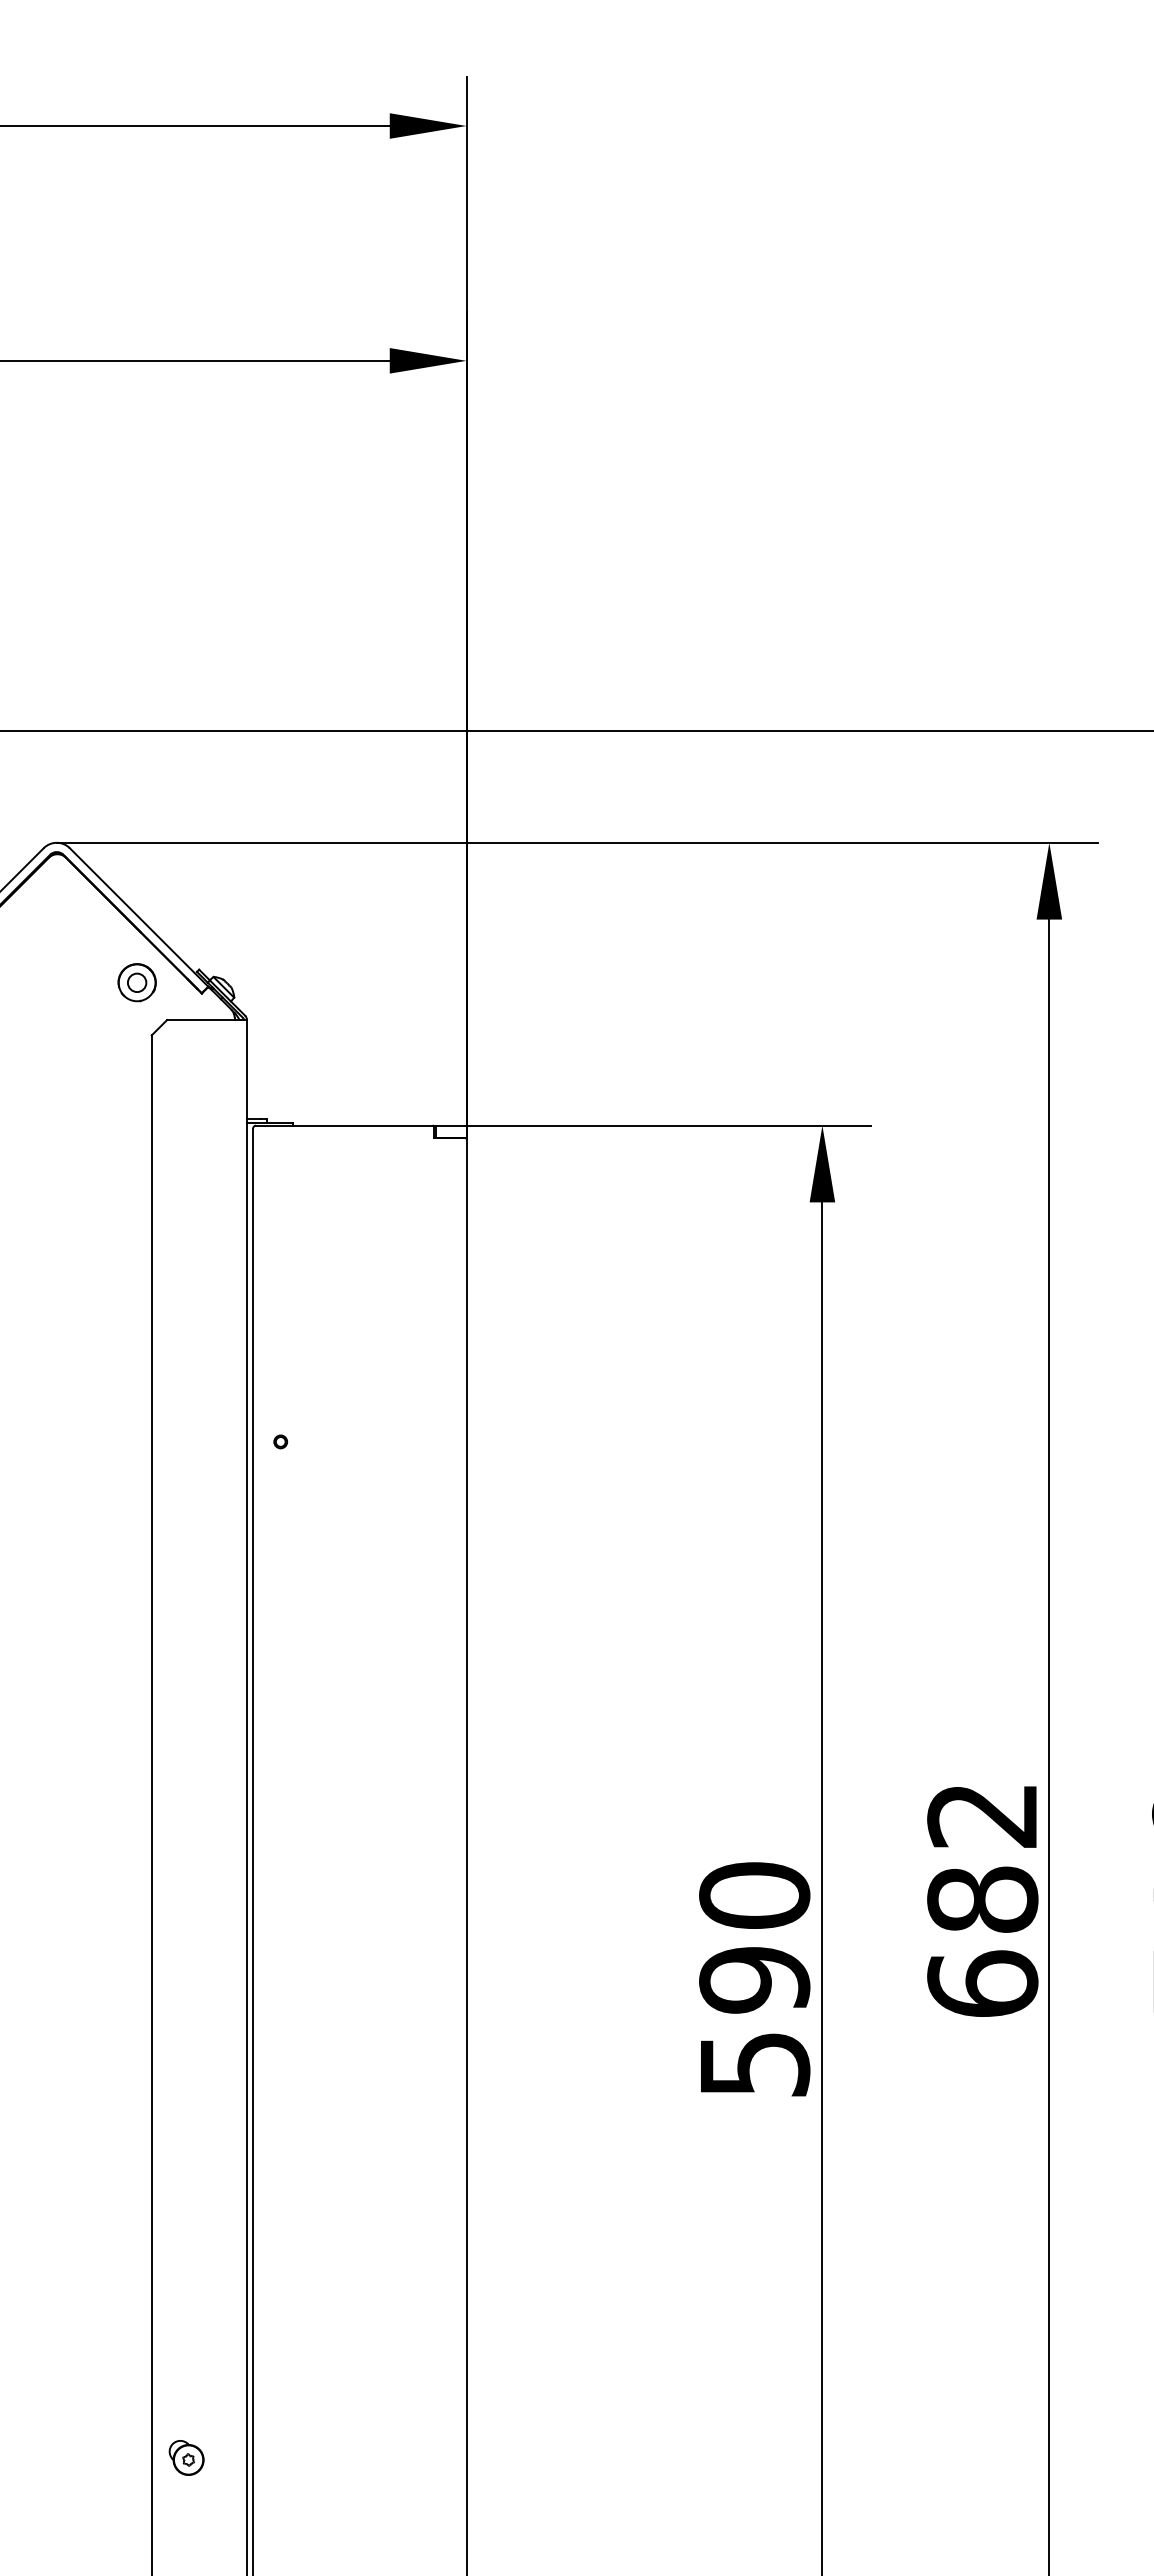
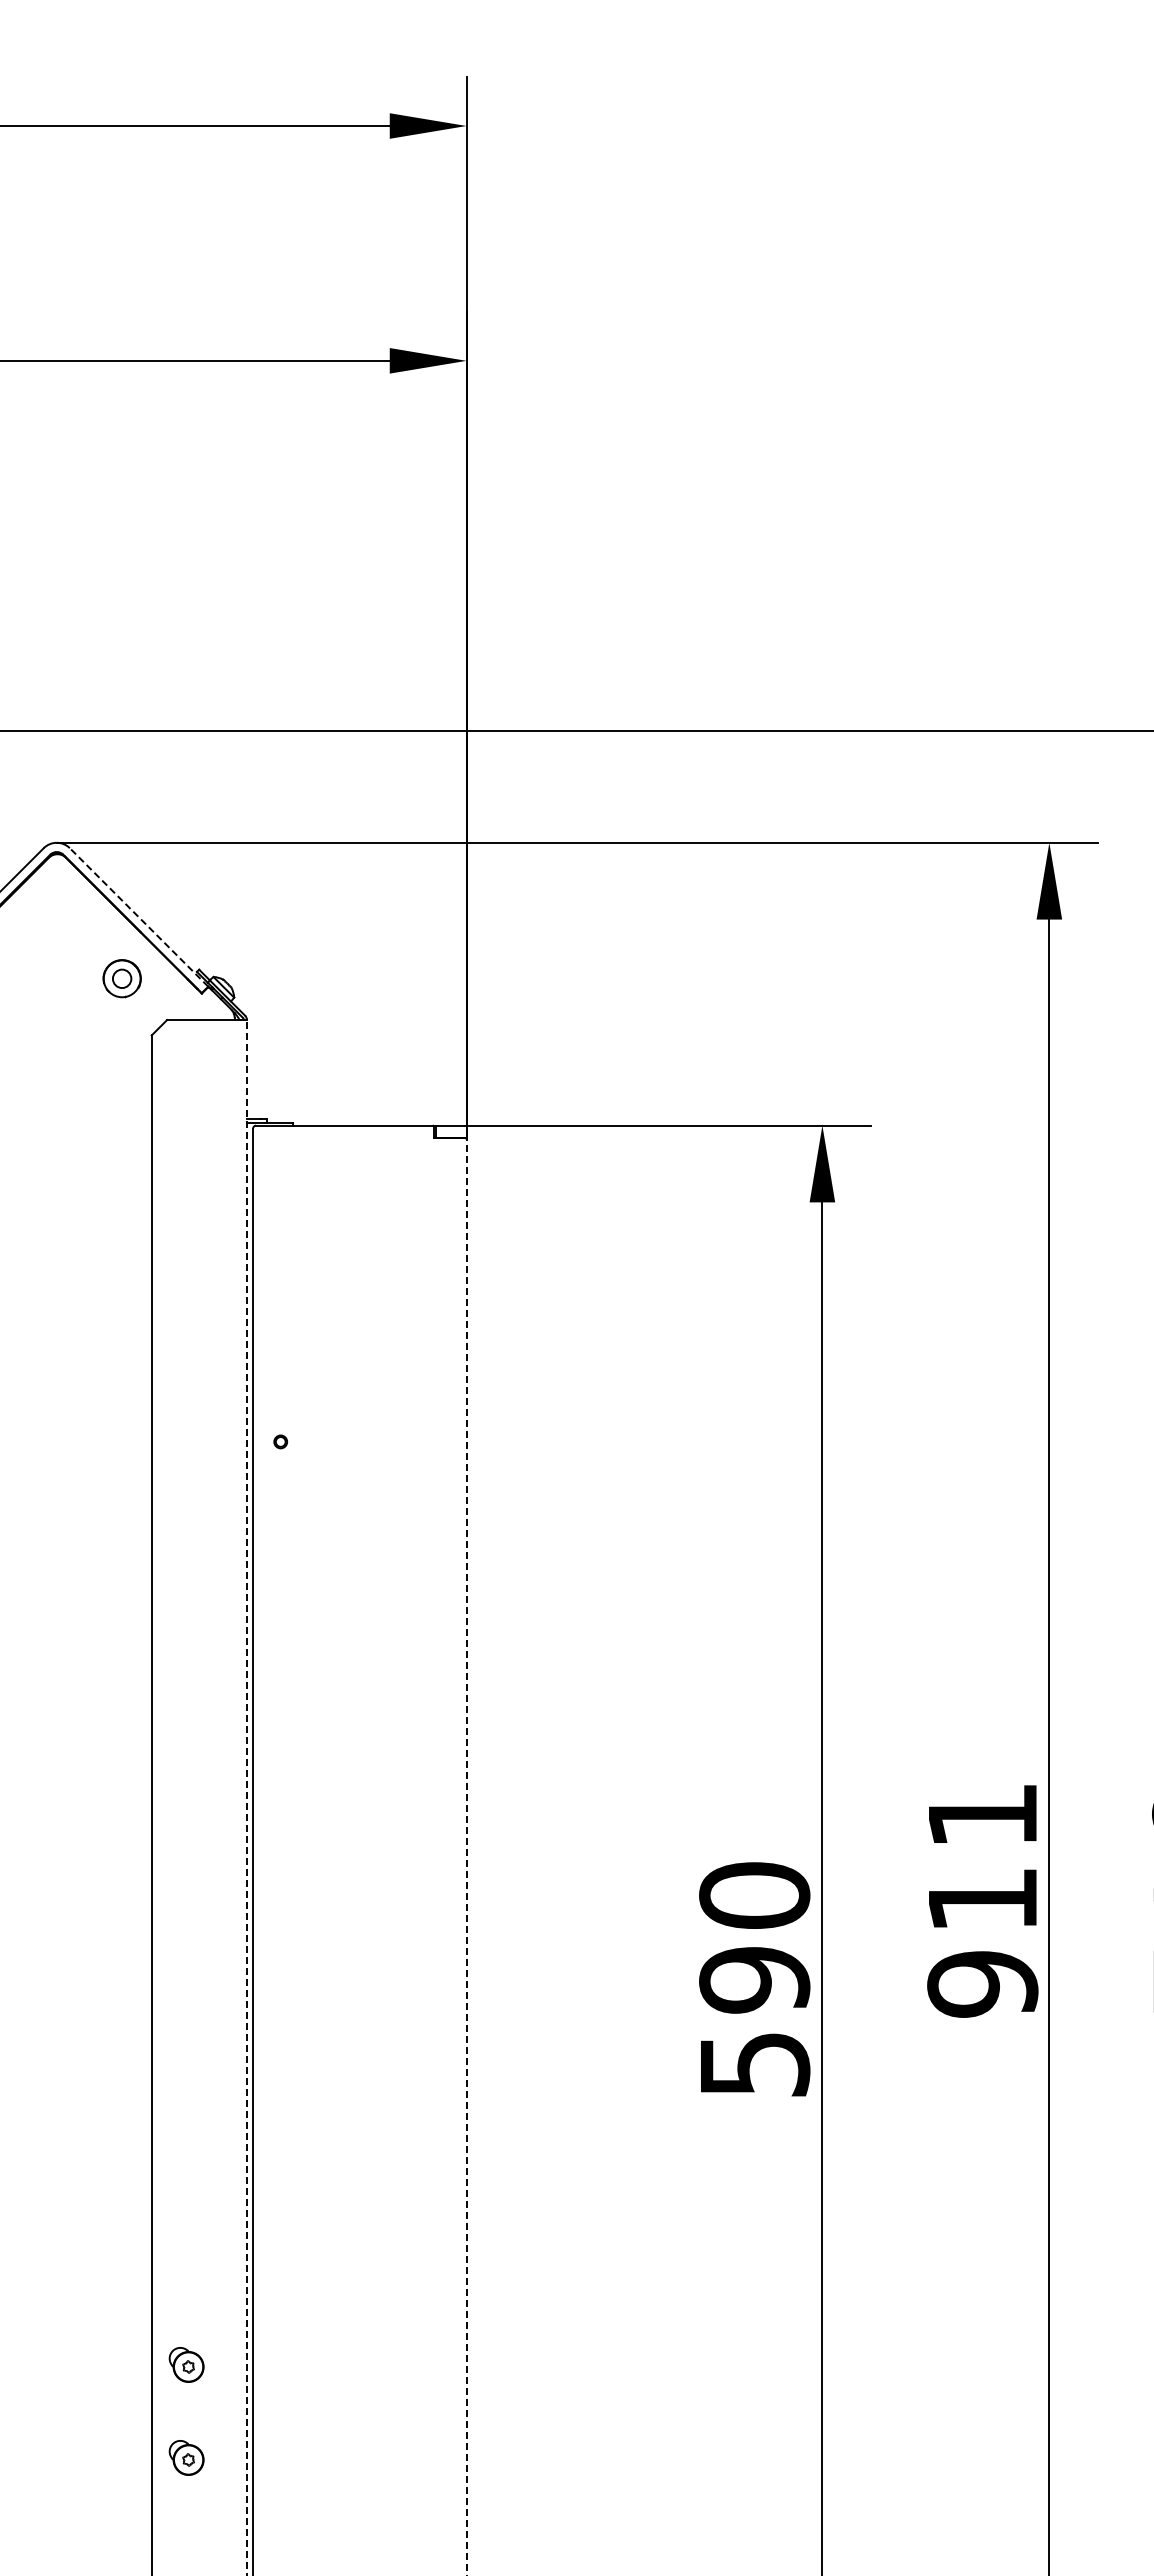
line at (139, 917): solid -> dashed
part at (136, 982) position: (136, 982) -> (121, 978)
line at (246, 1797): solid -> dashed
line at (466, 1857): solid -> dashed
text at (982, 1901): 682 -> 911
part at (186, 2364): none -> present
